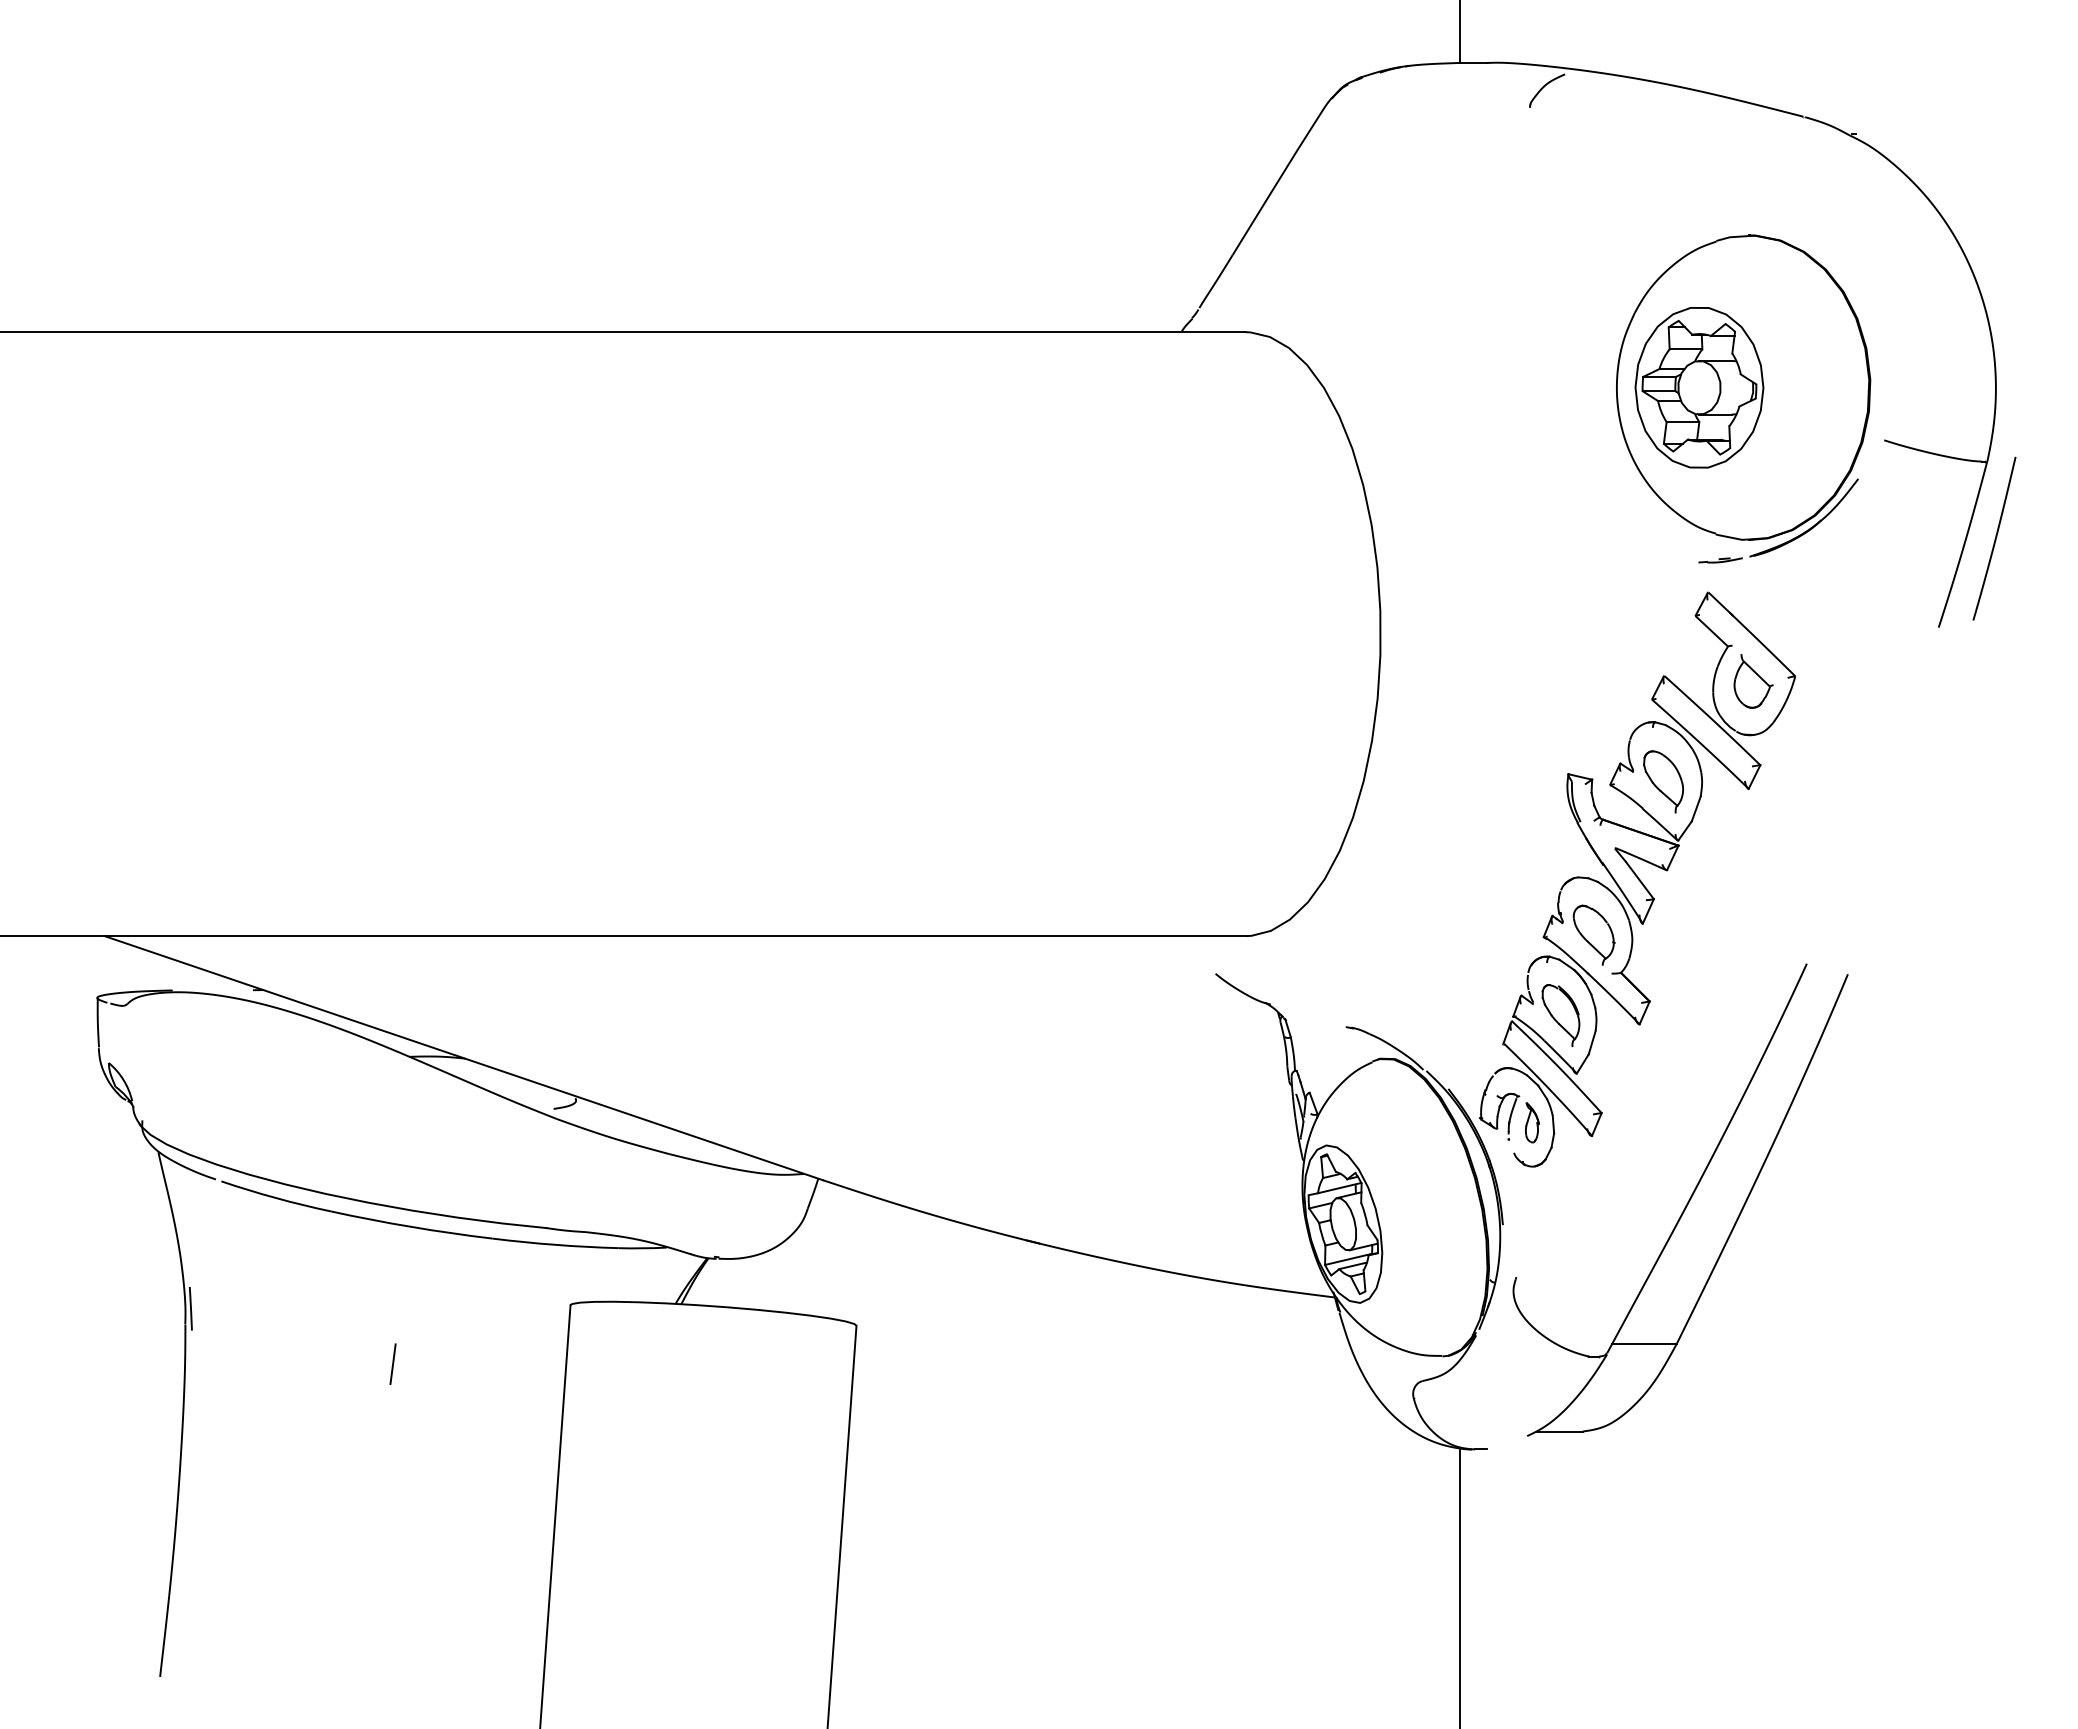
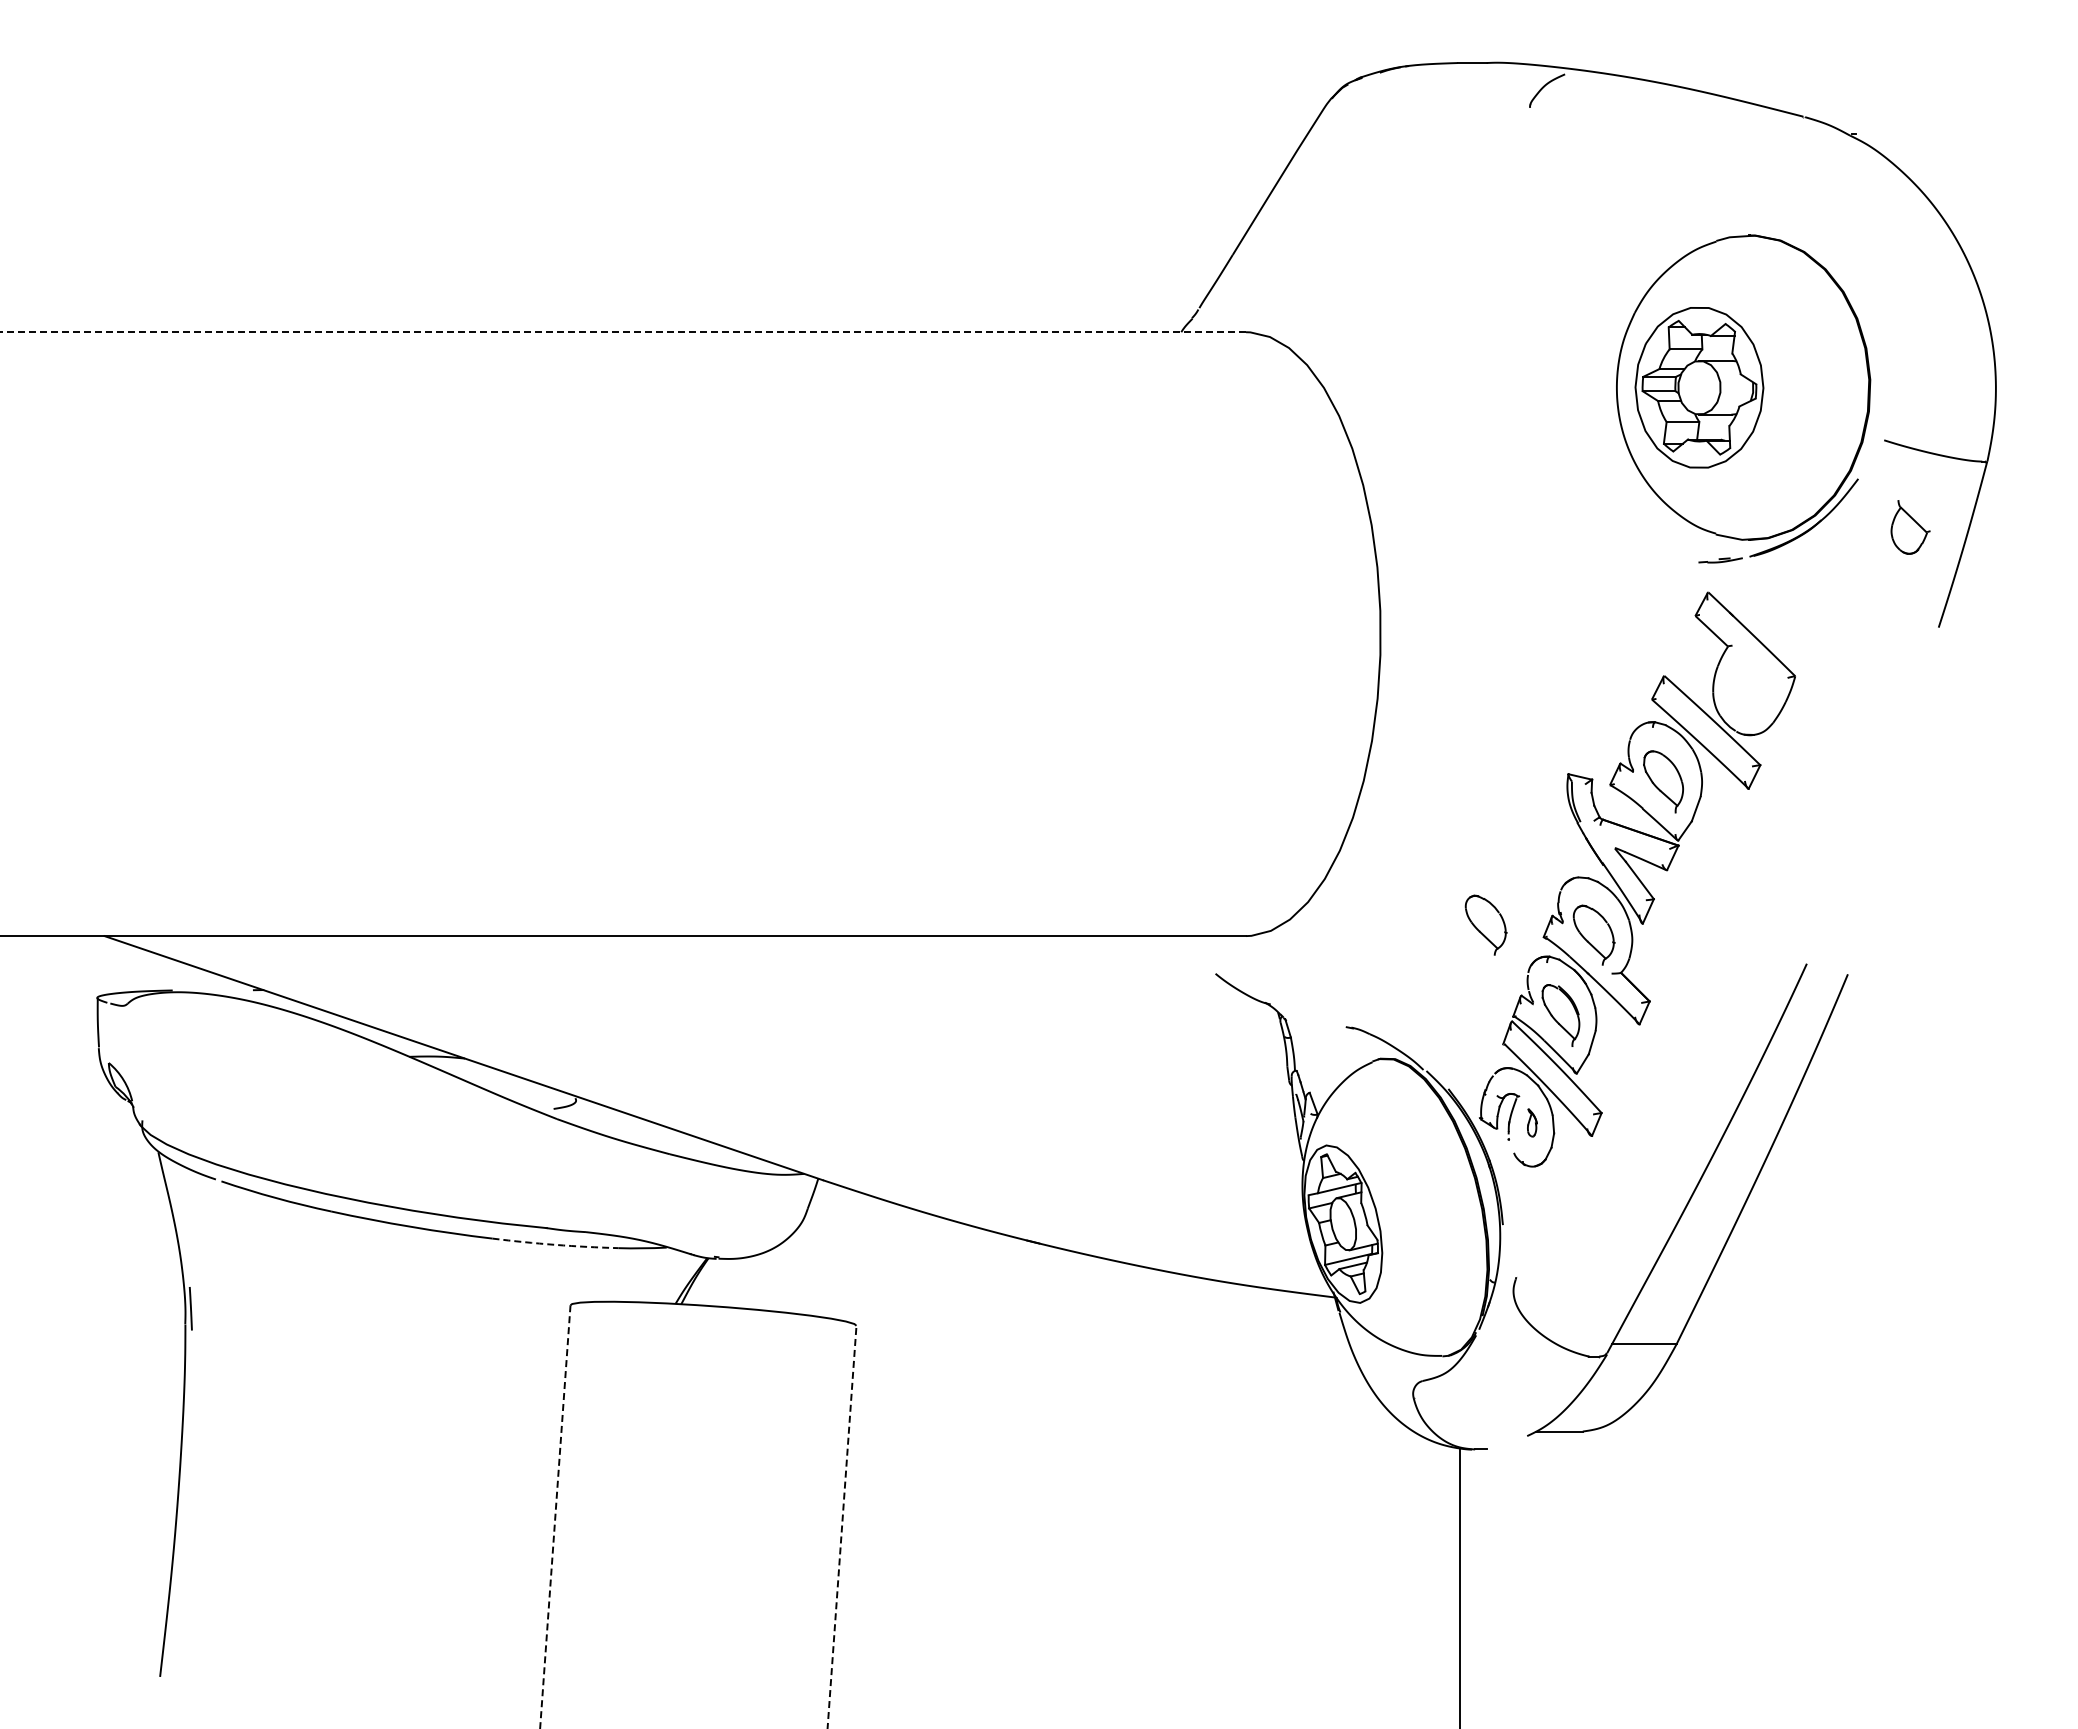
line at (1460, 32): present -> none
line at (623, 332): solid -> dashed
curve at (1994, 538): present -> none
part at (1753, 681) position: (1753, 681) -> (1910, 527)
part at (1485, 924): none -> present
part at (1532, 1122) size: 15x42 px -> 11x30 px
arc at (555, 1244): solid -> dashed
line at (392, 1363): present -> none
line at (555, 1516): solid -> dashed
line at (842, 1527): solid -> dashed
